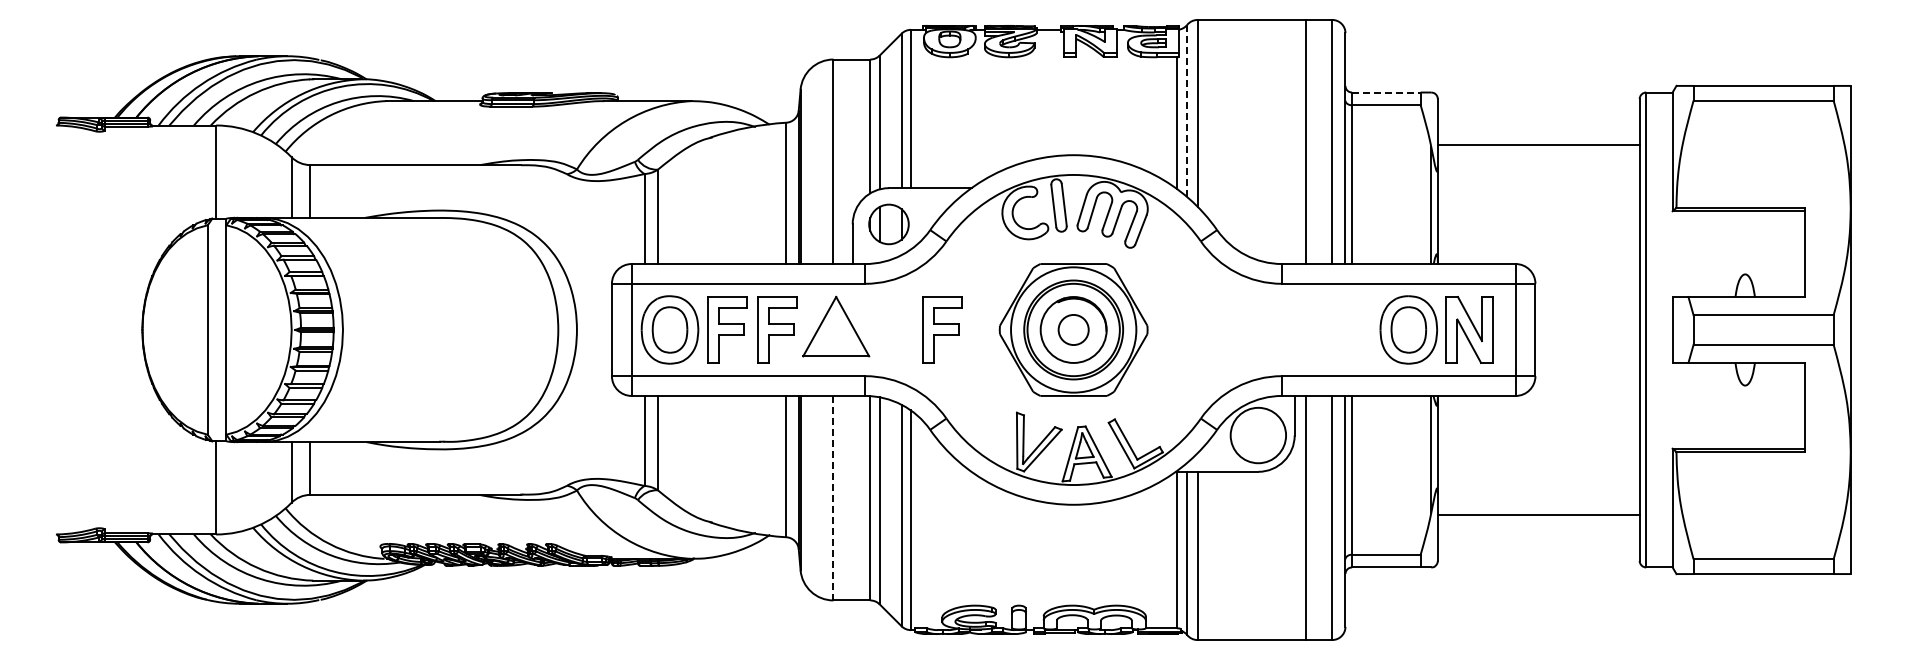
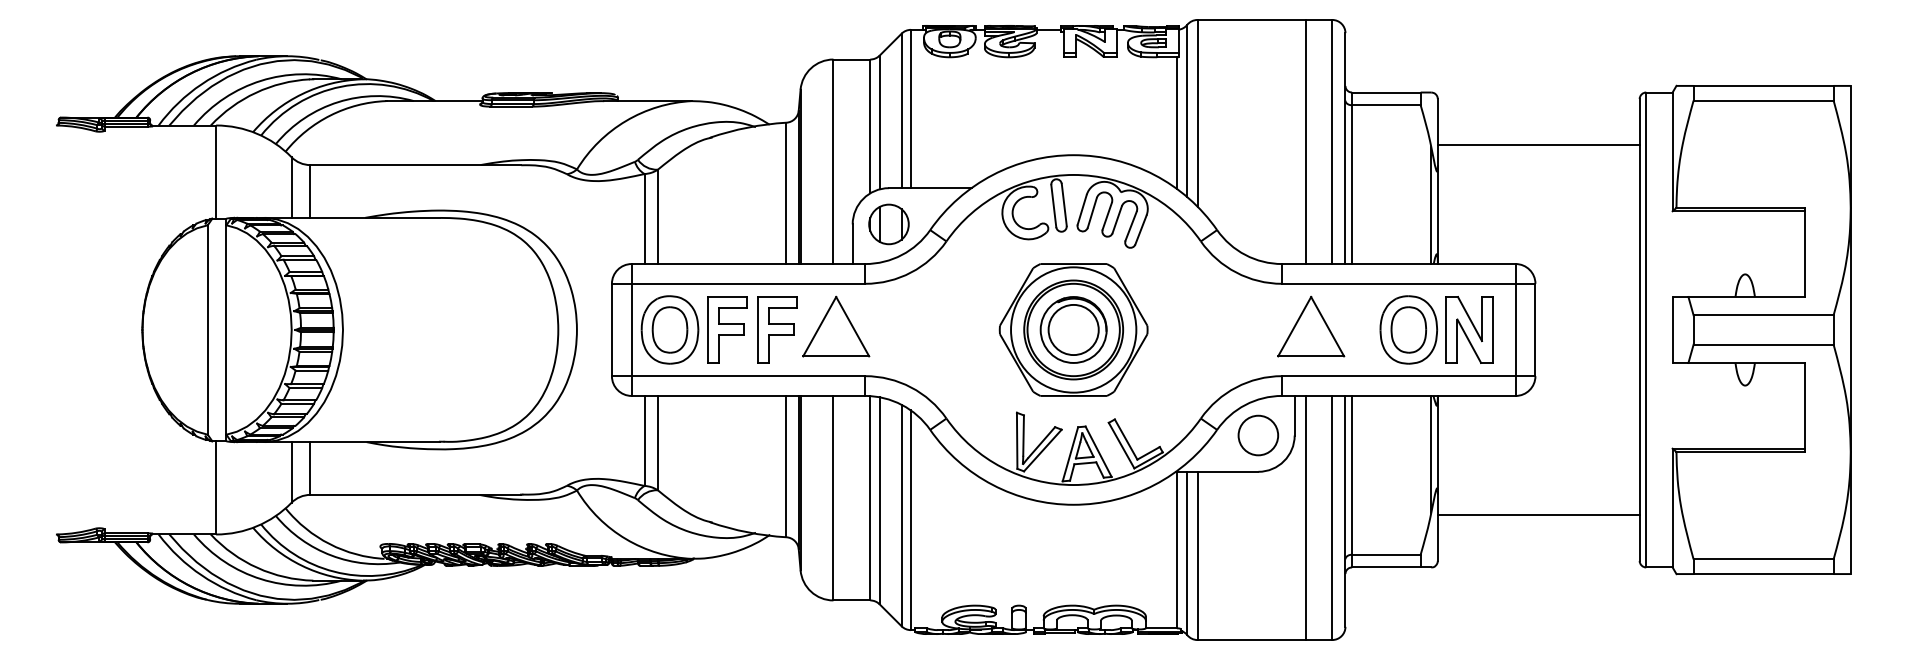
line at (1386, 92): dashed -> solid
line at (1187, 111): dashed -> solid
part at (1311, 326): none -> present
part at (942, 329): present -> none
circle at (1073, 329) diameter: 30 px -> 50 px
circle at (1258, 435) diameter: 55 px -> 40 px
line at (833, 498): dashed -> solid
